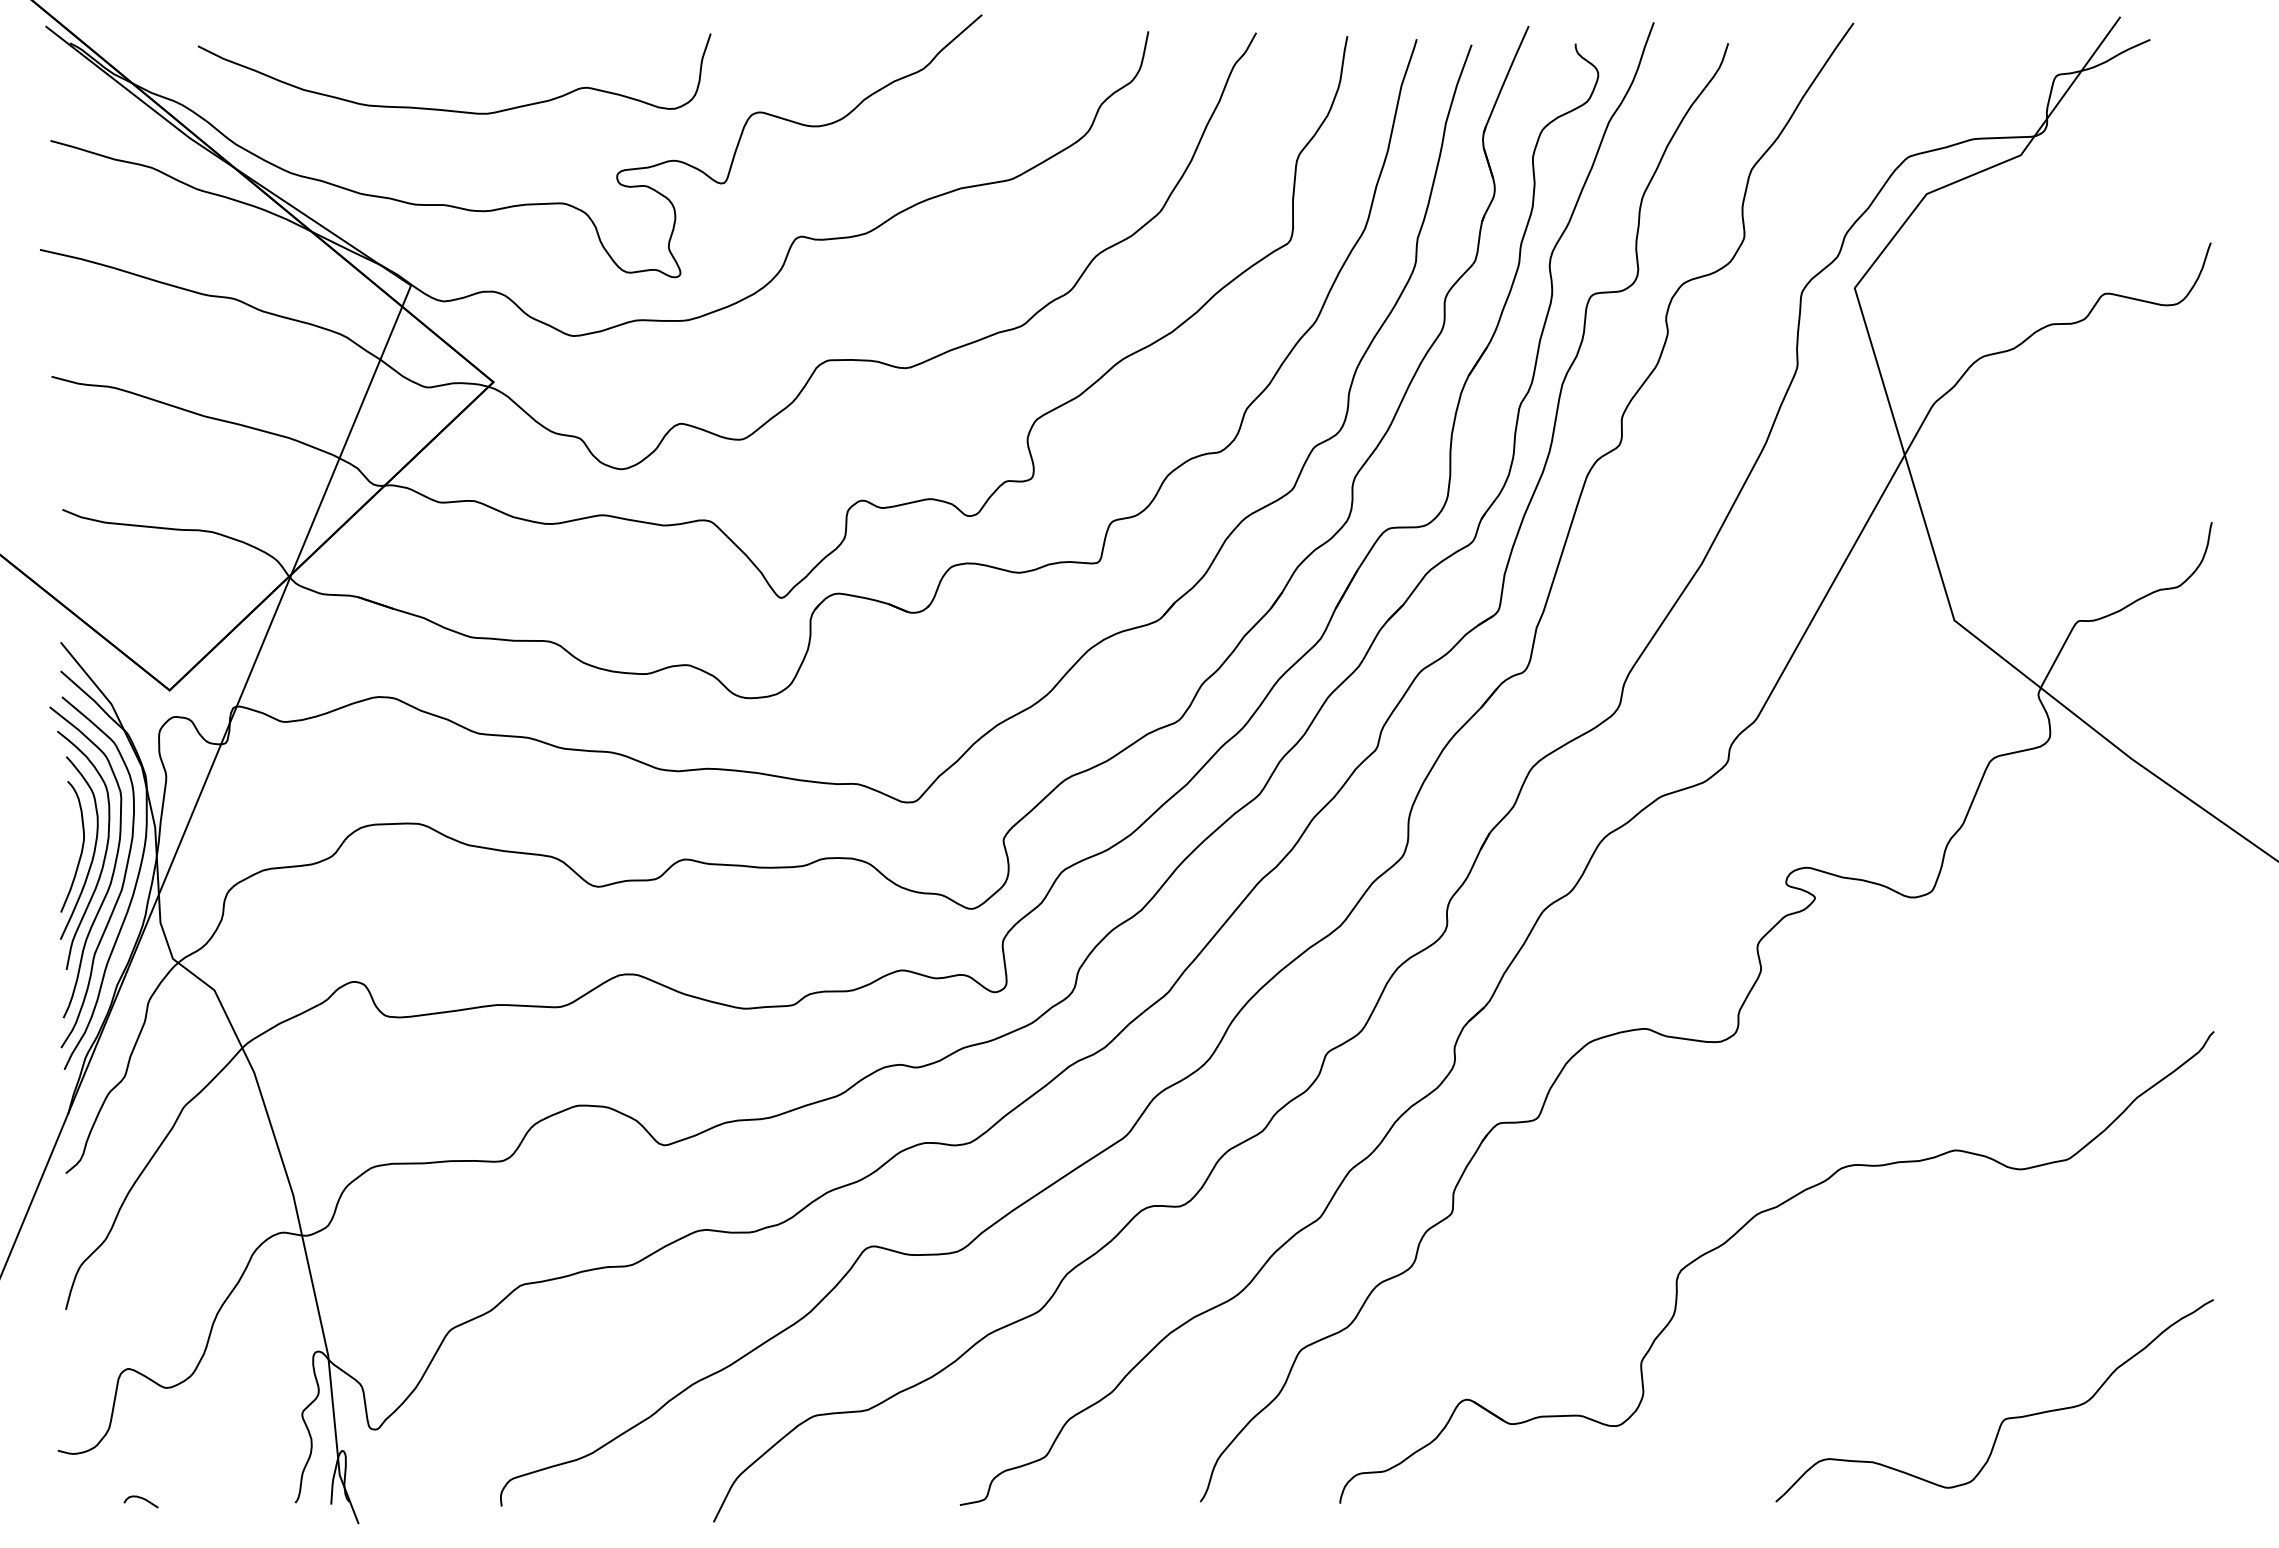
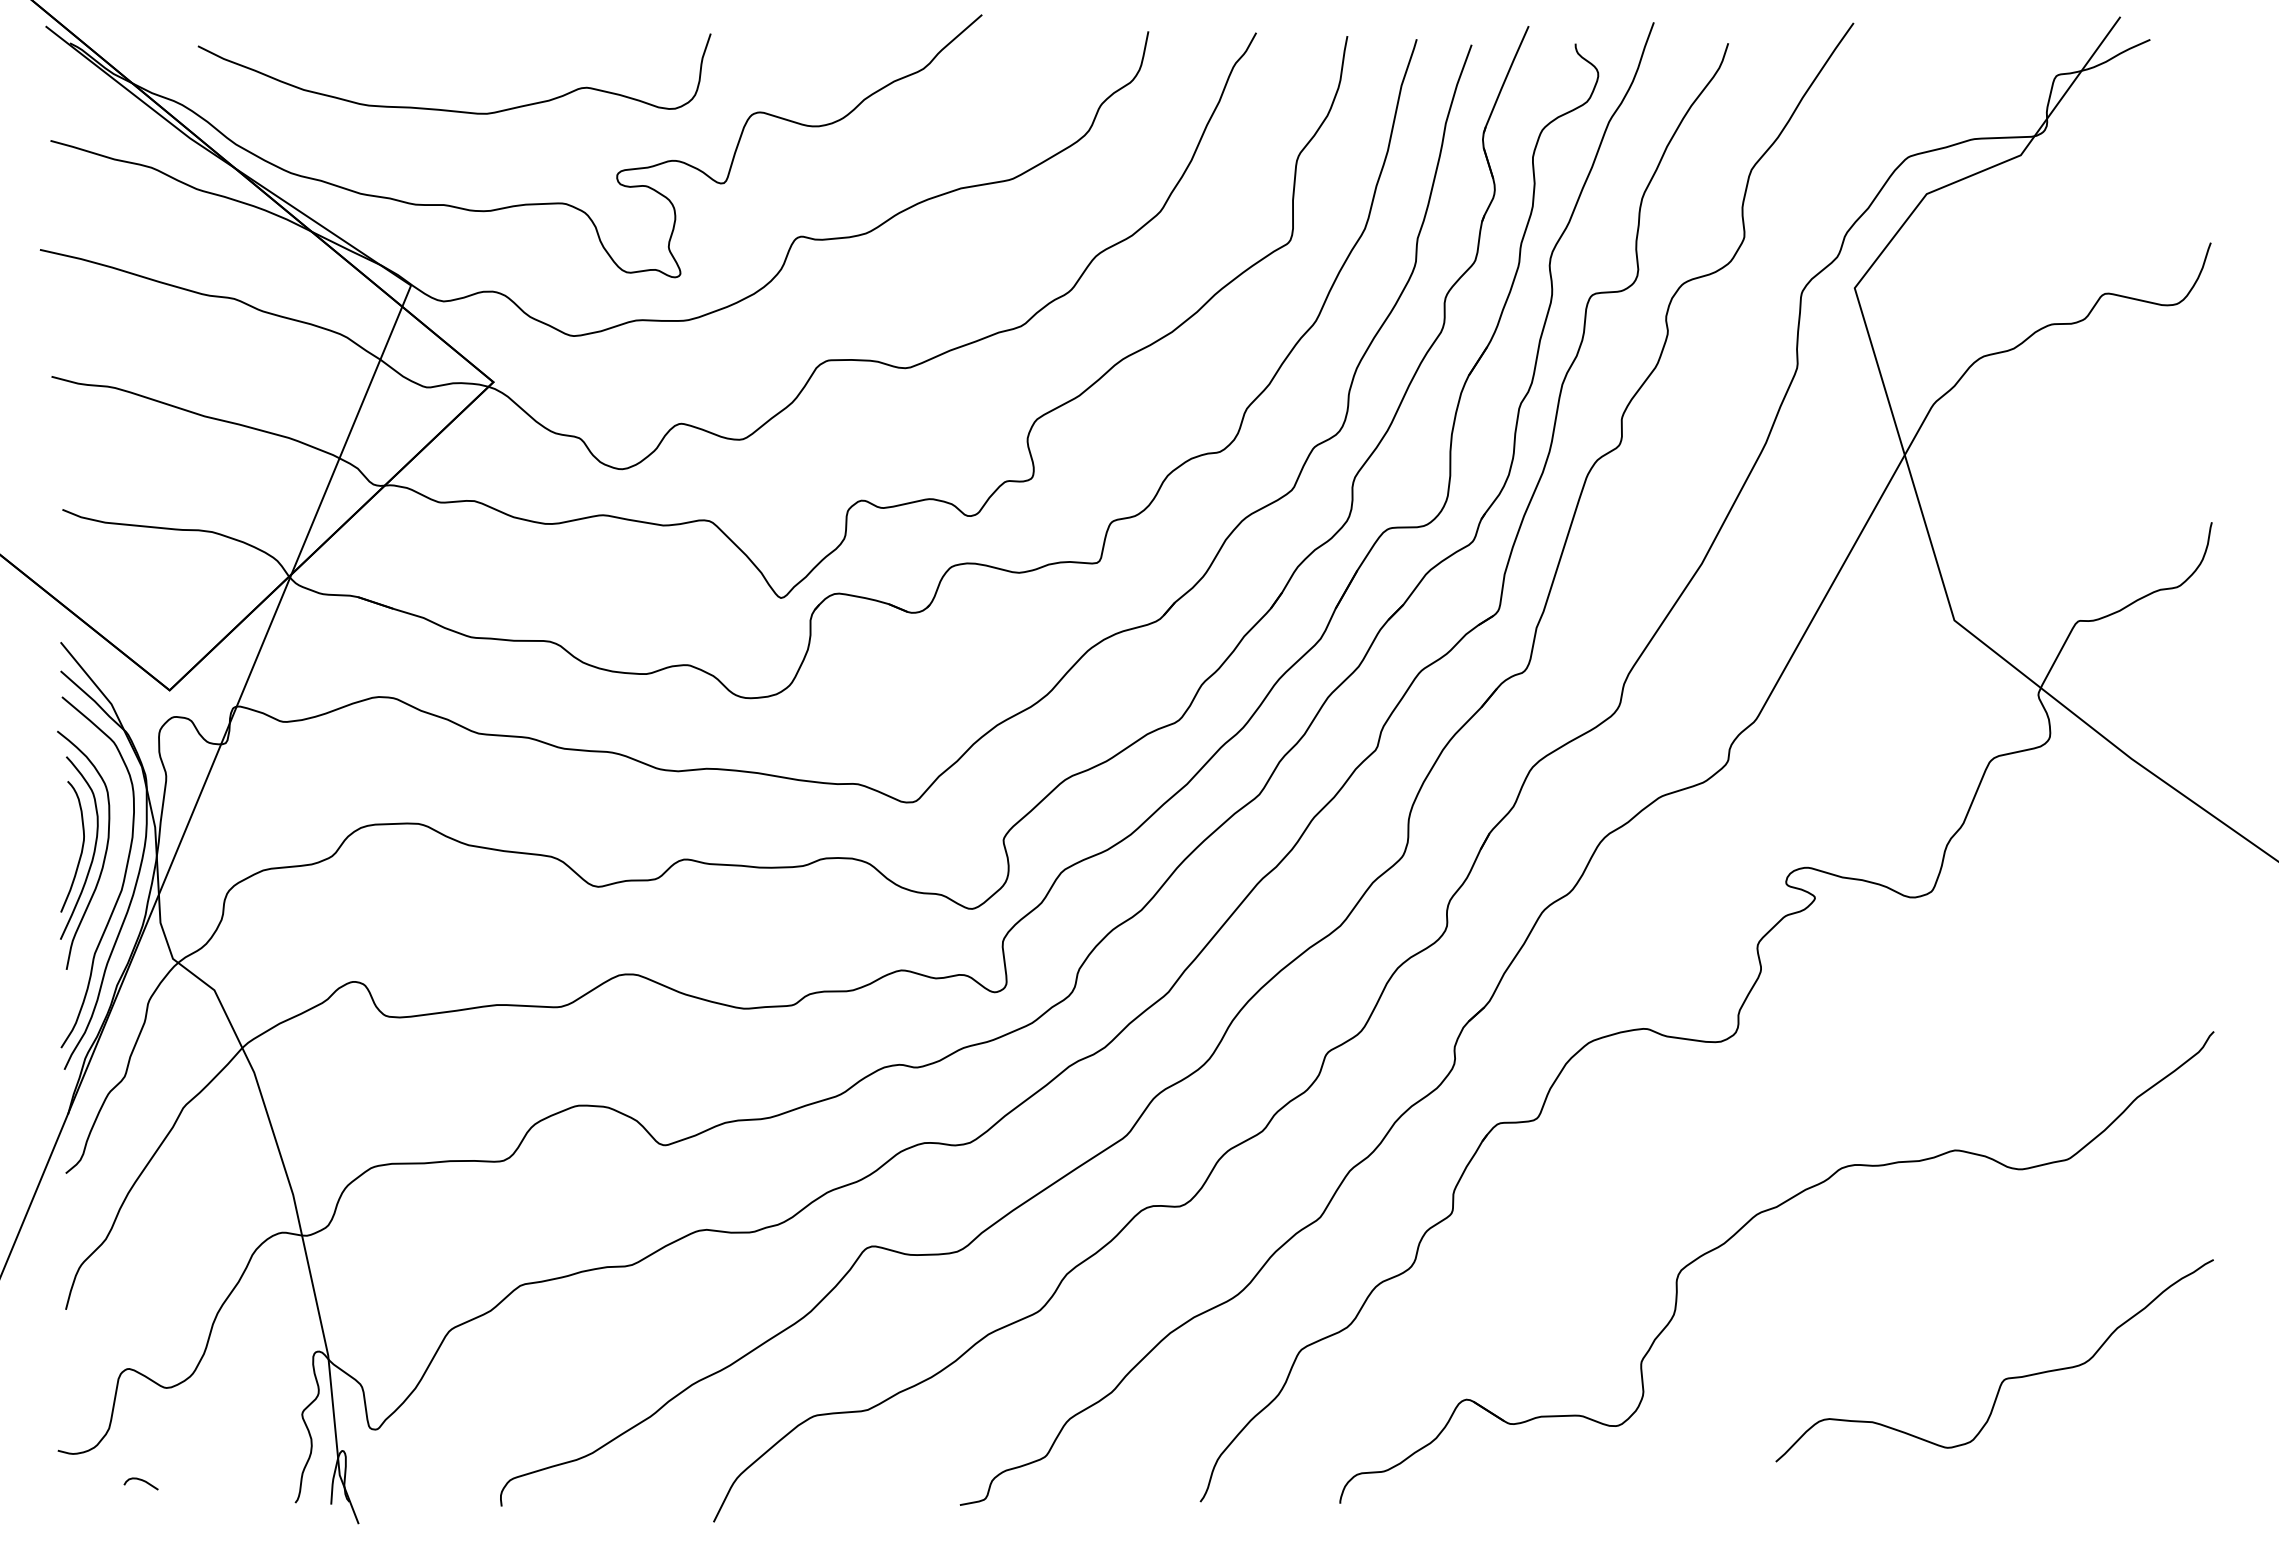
curve at (113, 867): present -> none
curve at (2004, 1418) position: (2004, 1418) -> (2004, 1378)
curve at (142, 1499) position: (142, 1499) -> (142, 1481)
